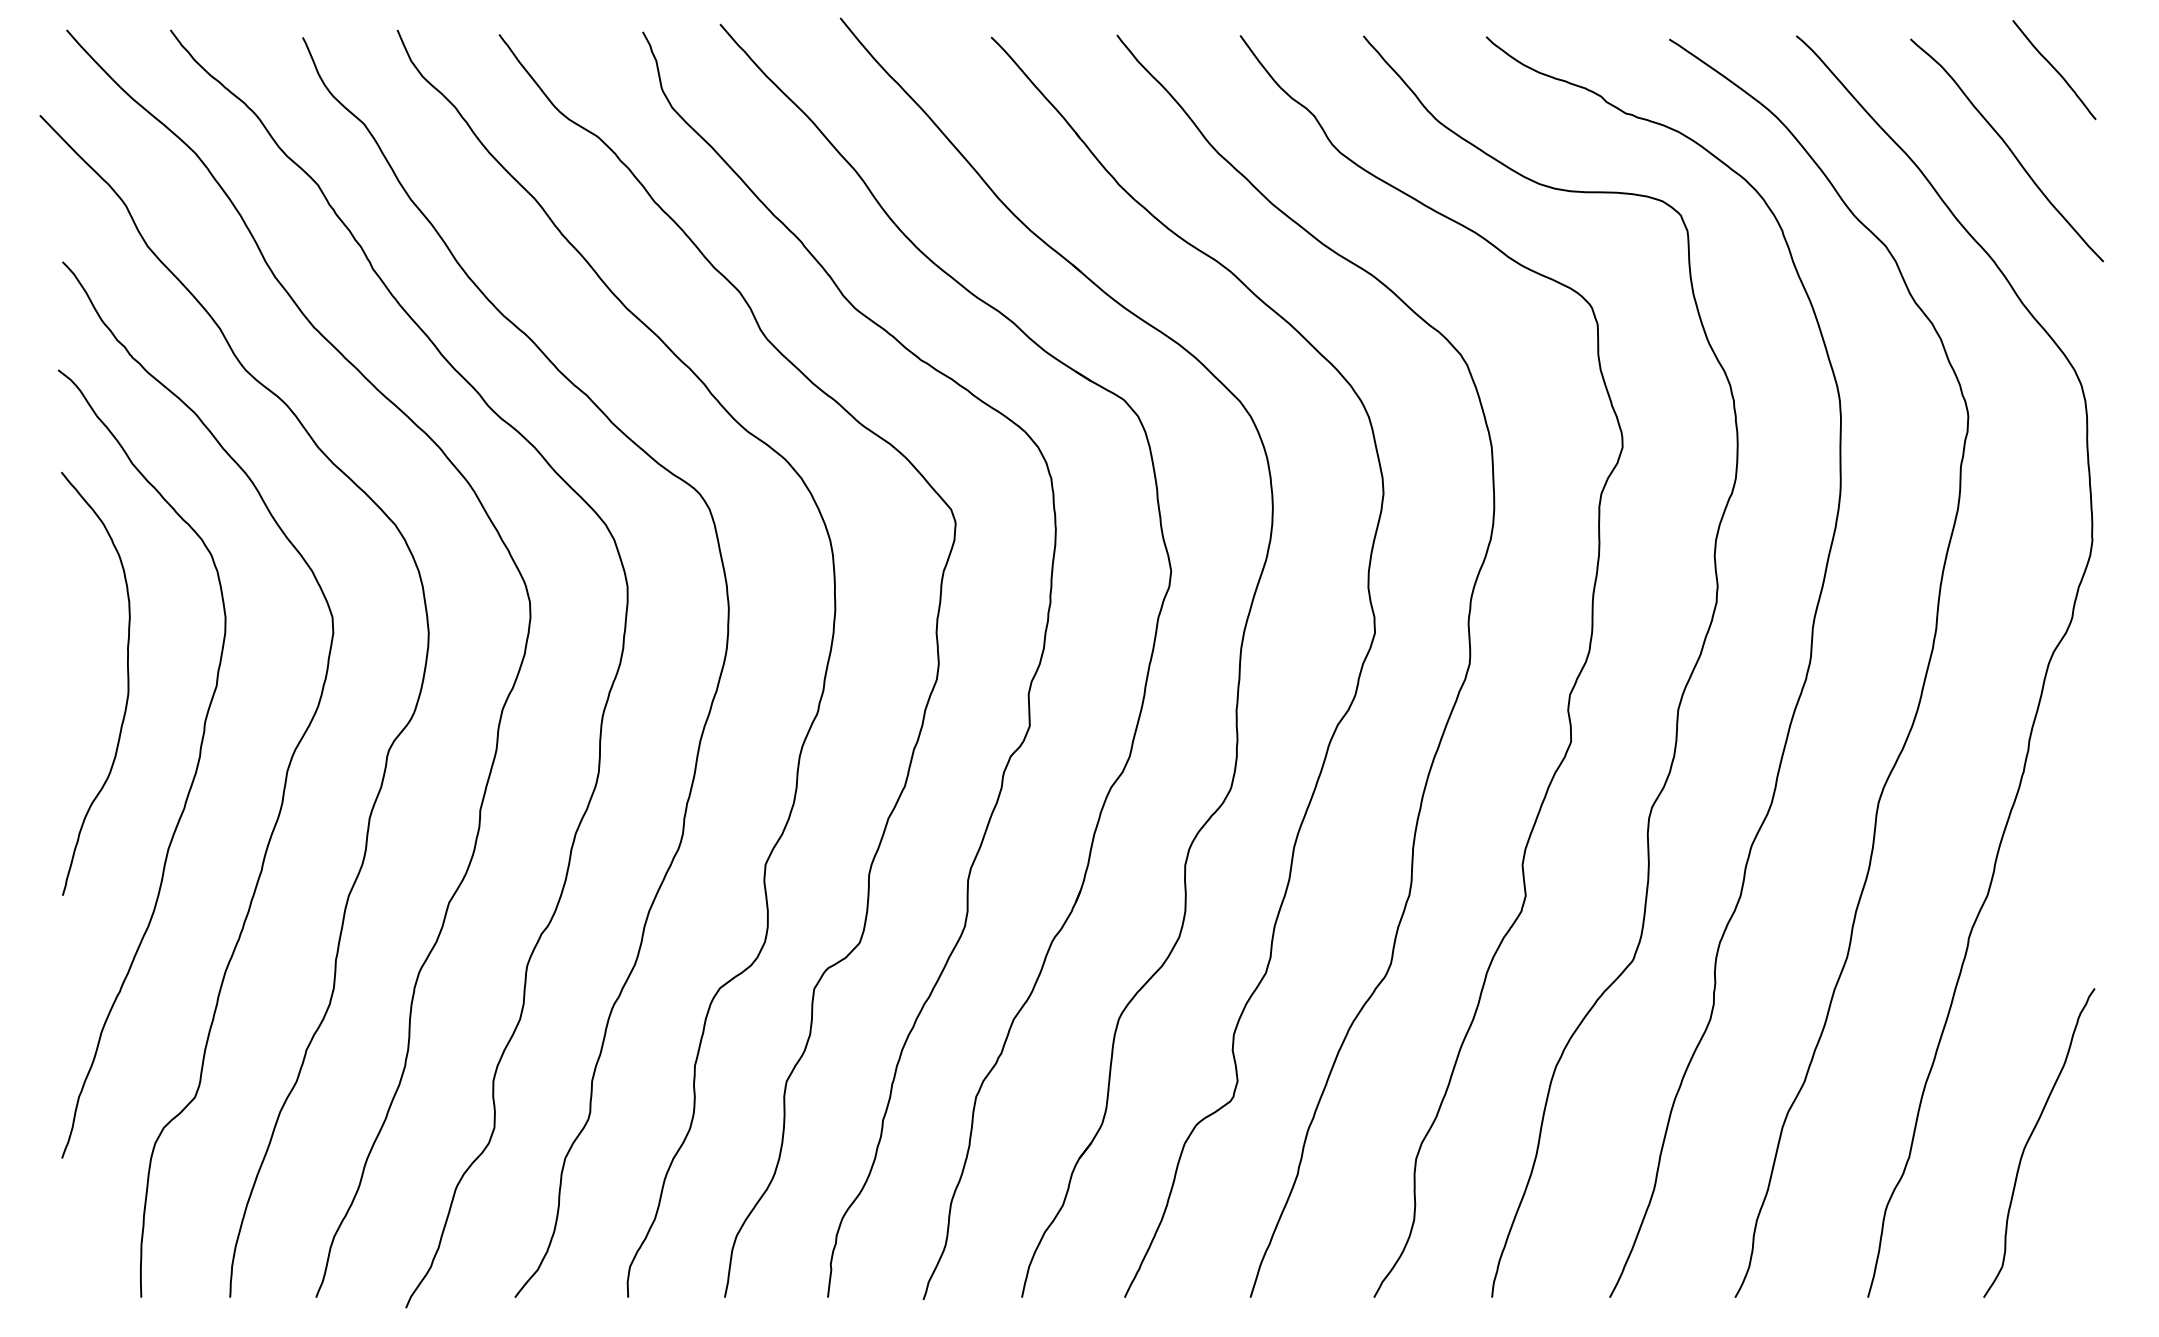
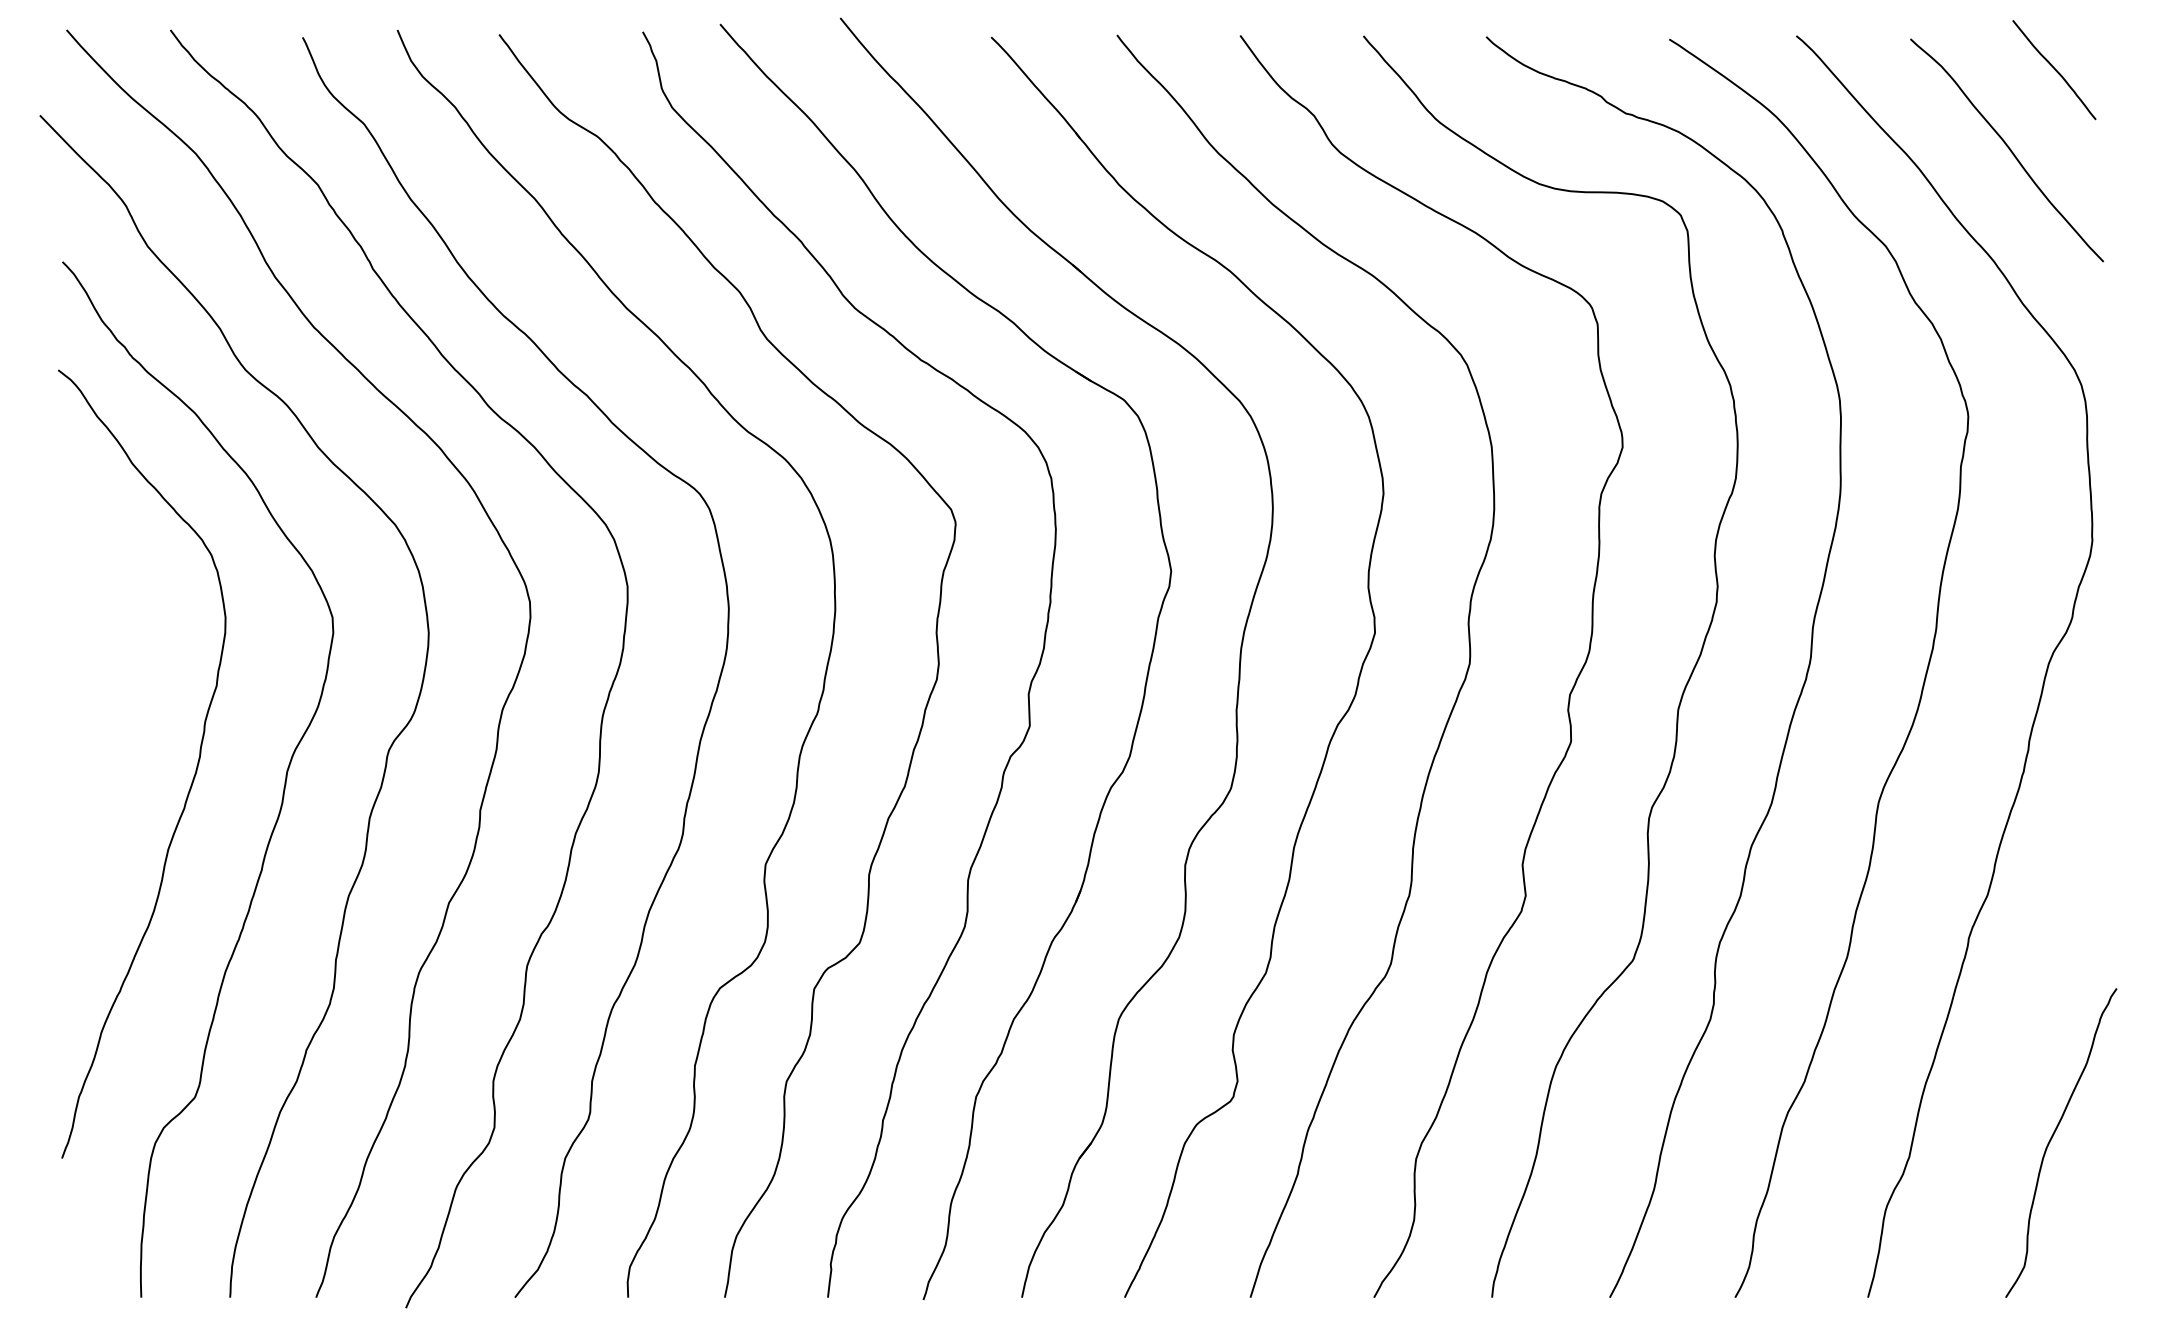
curve at (127, 683): present -> none
curve at (2030, 1138) position: (2030, 1138) -> (2052, 1138)
